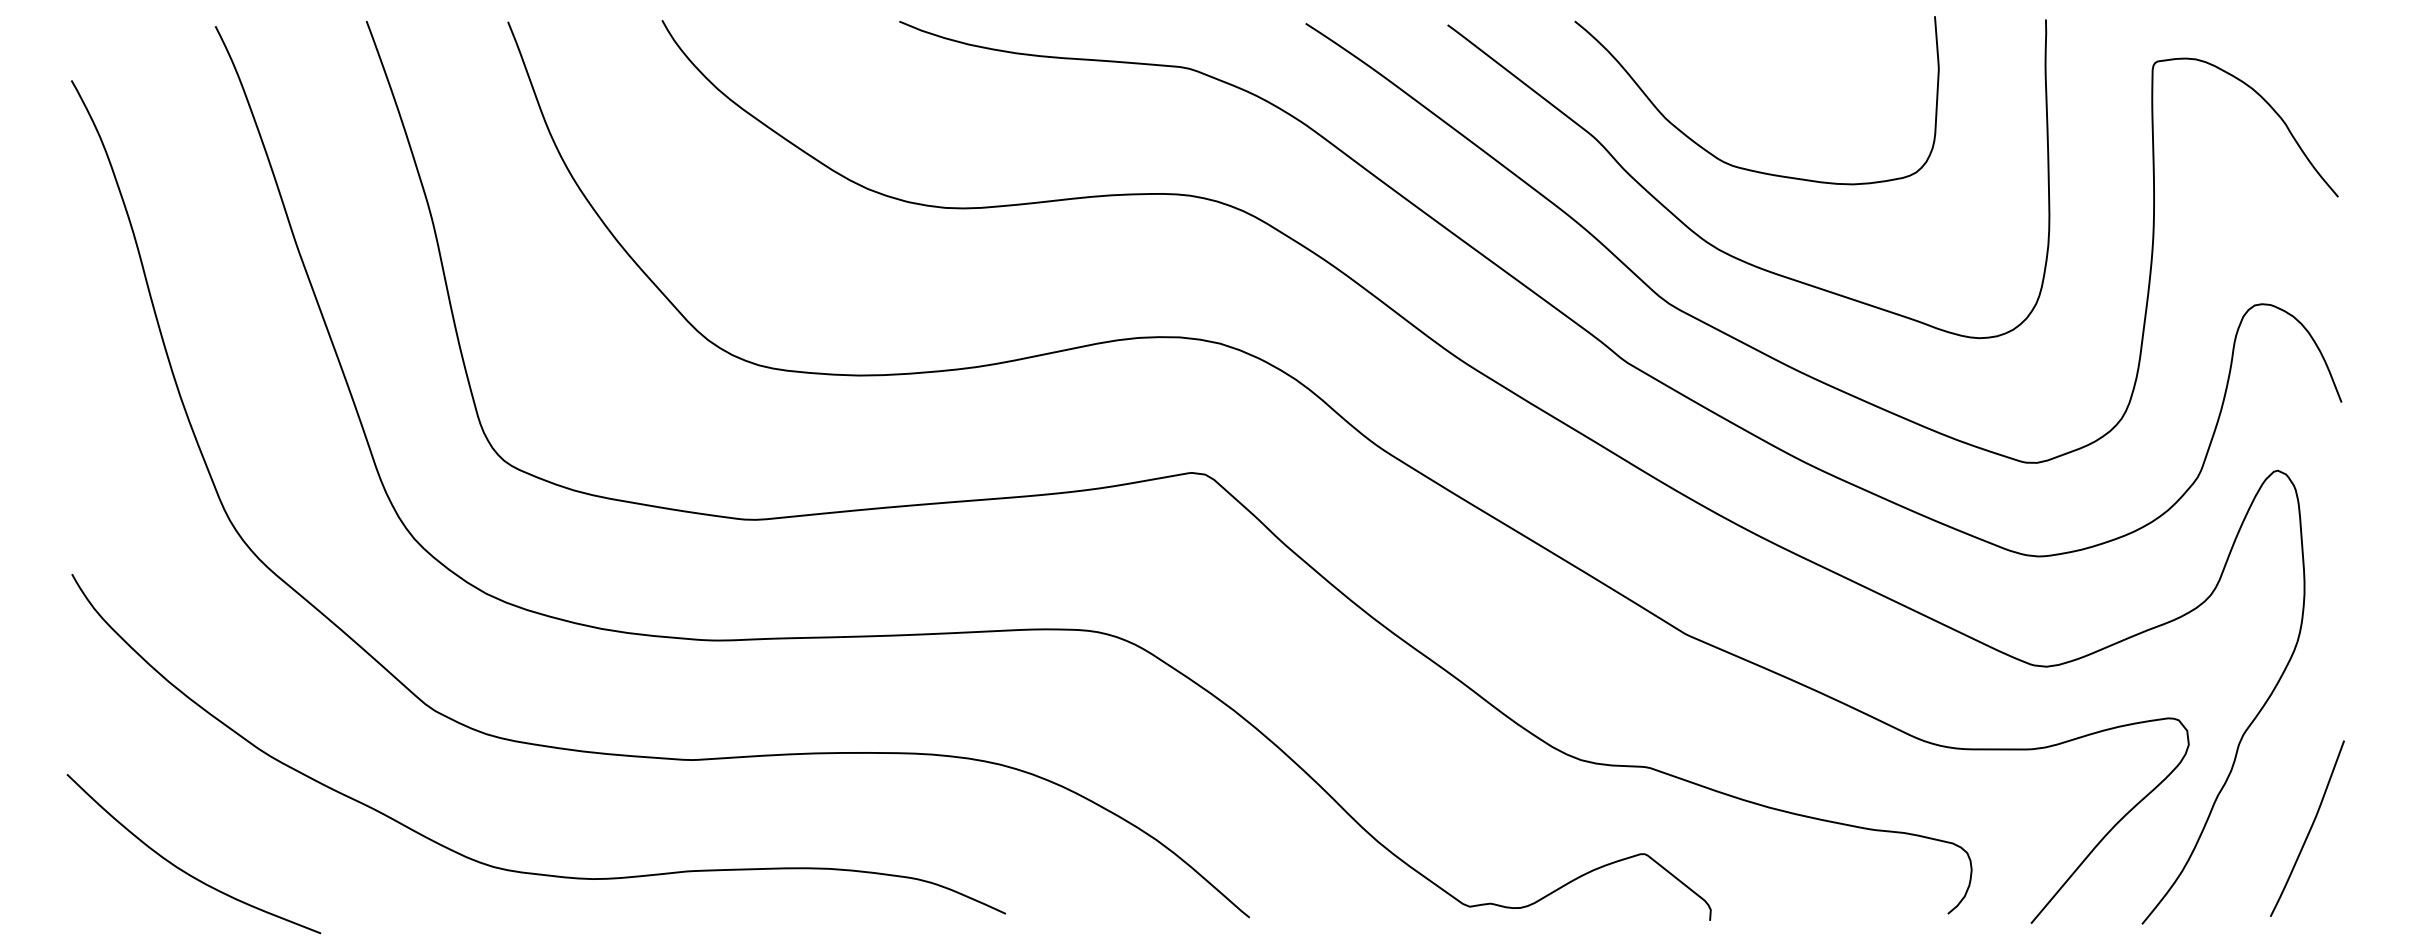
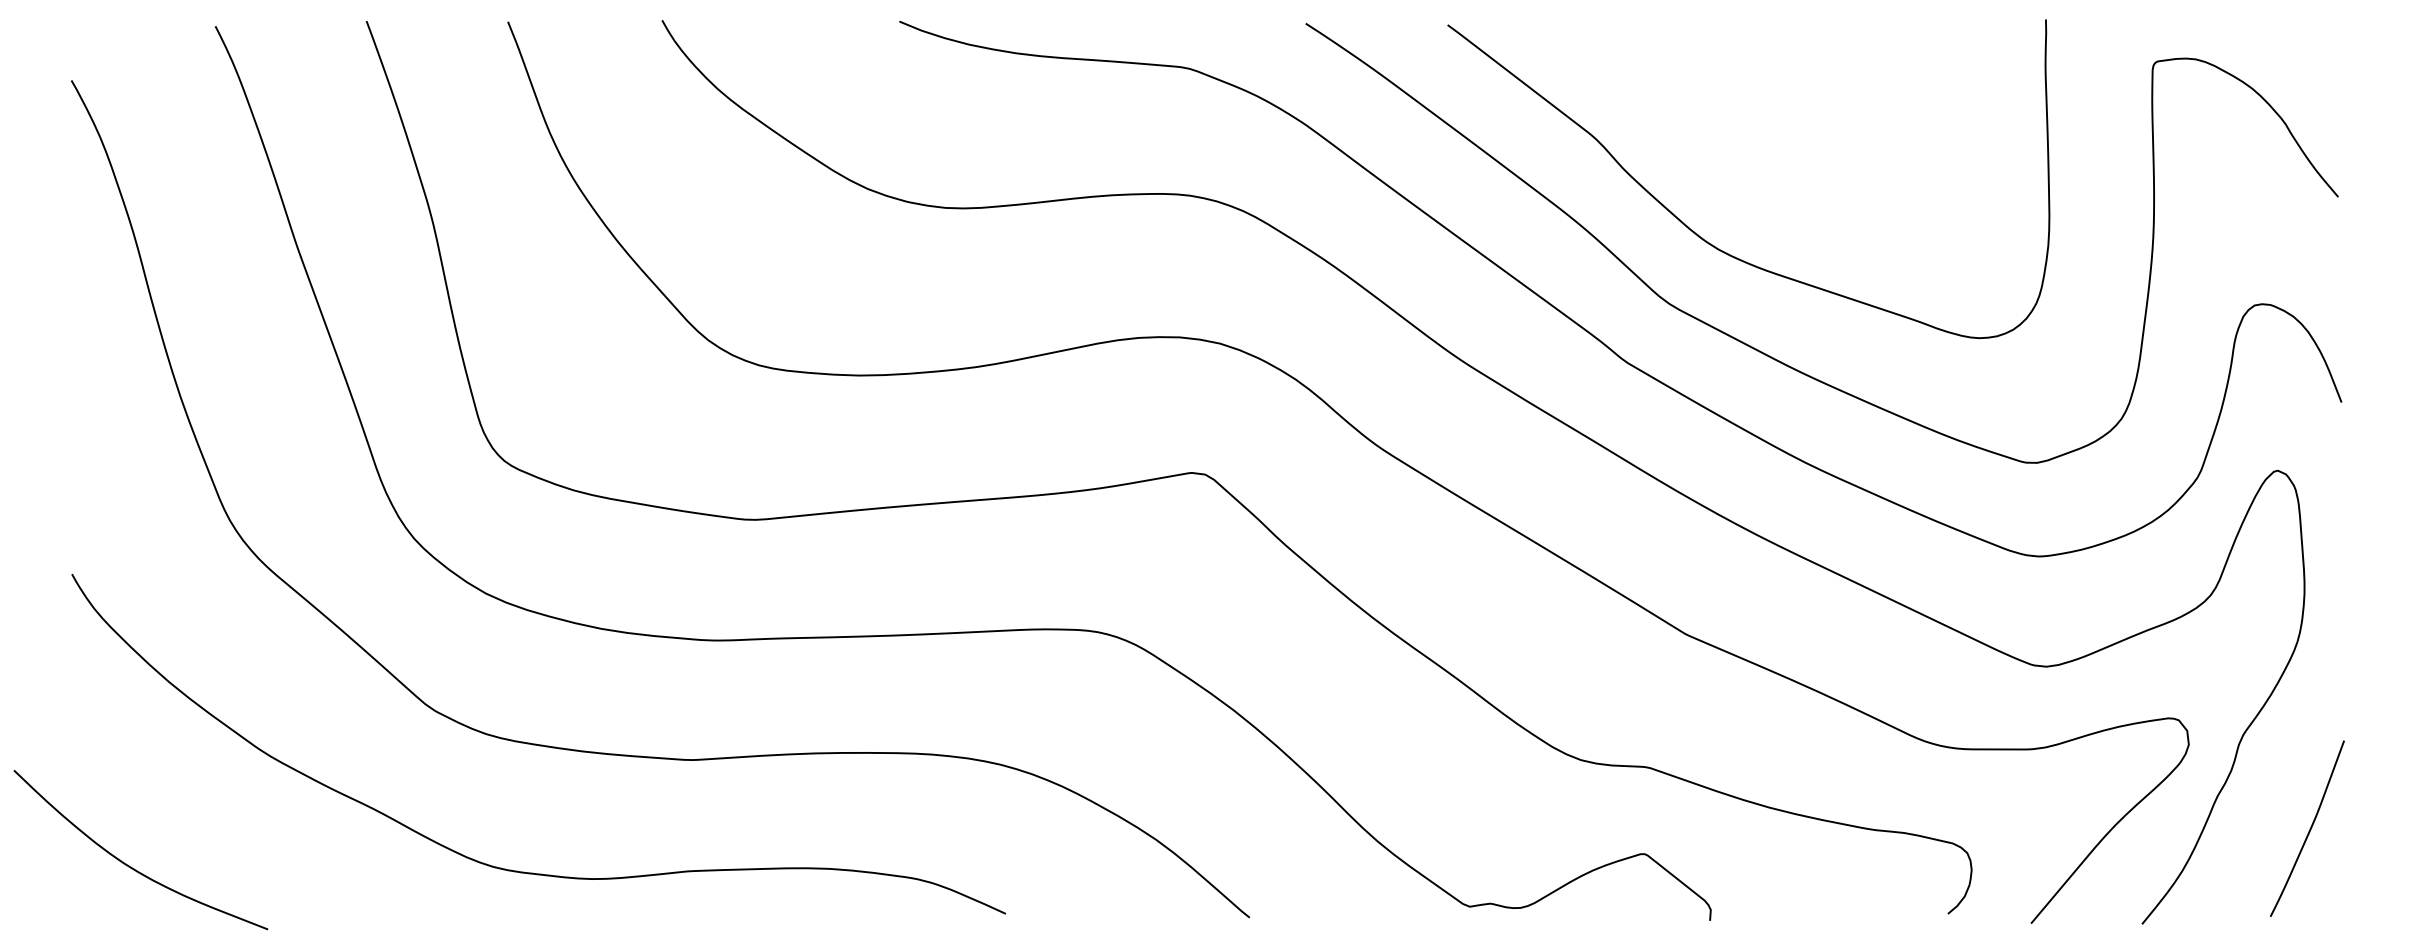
curve at (1730, 163): present -> none
curve at (184, 870) position: (184, 870) -> (131, 866)
